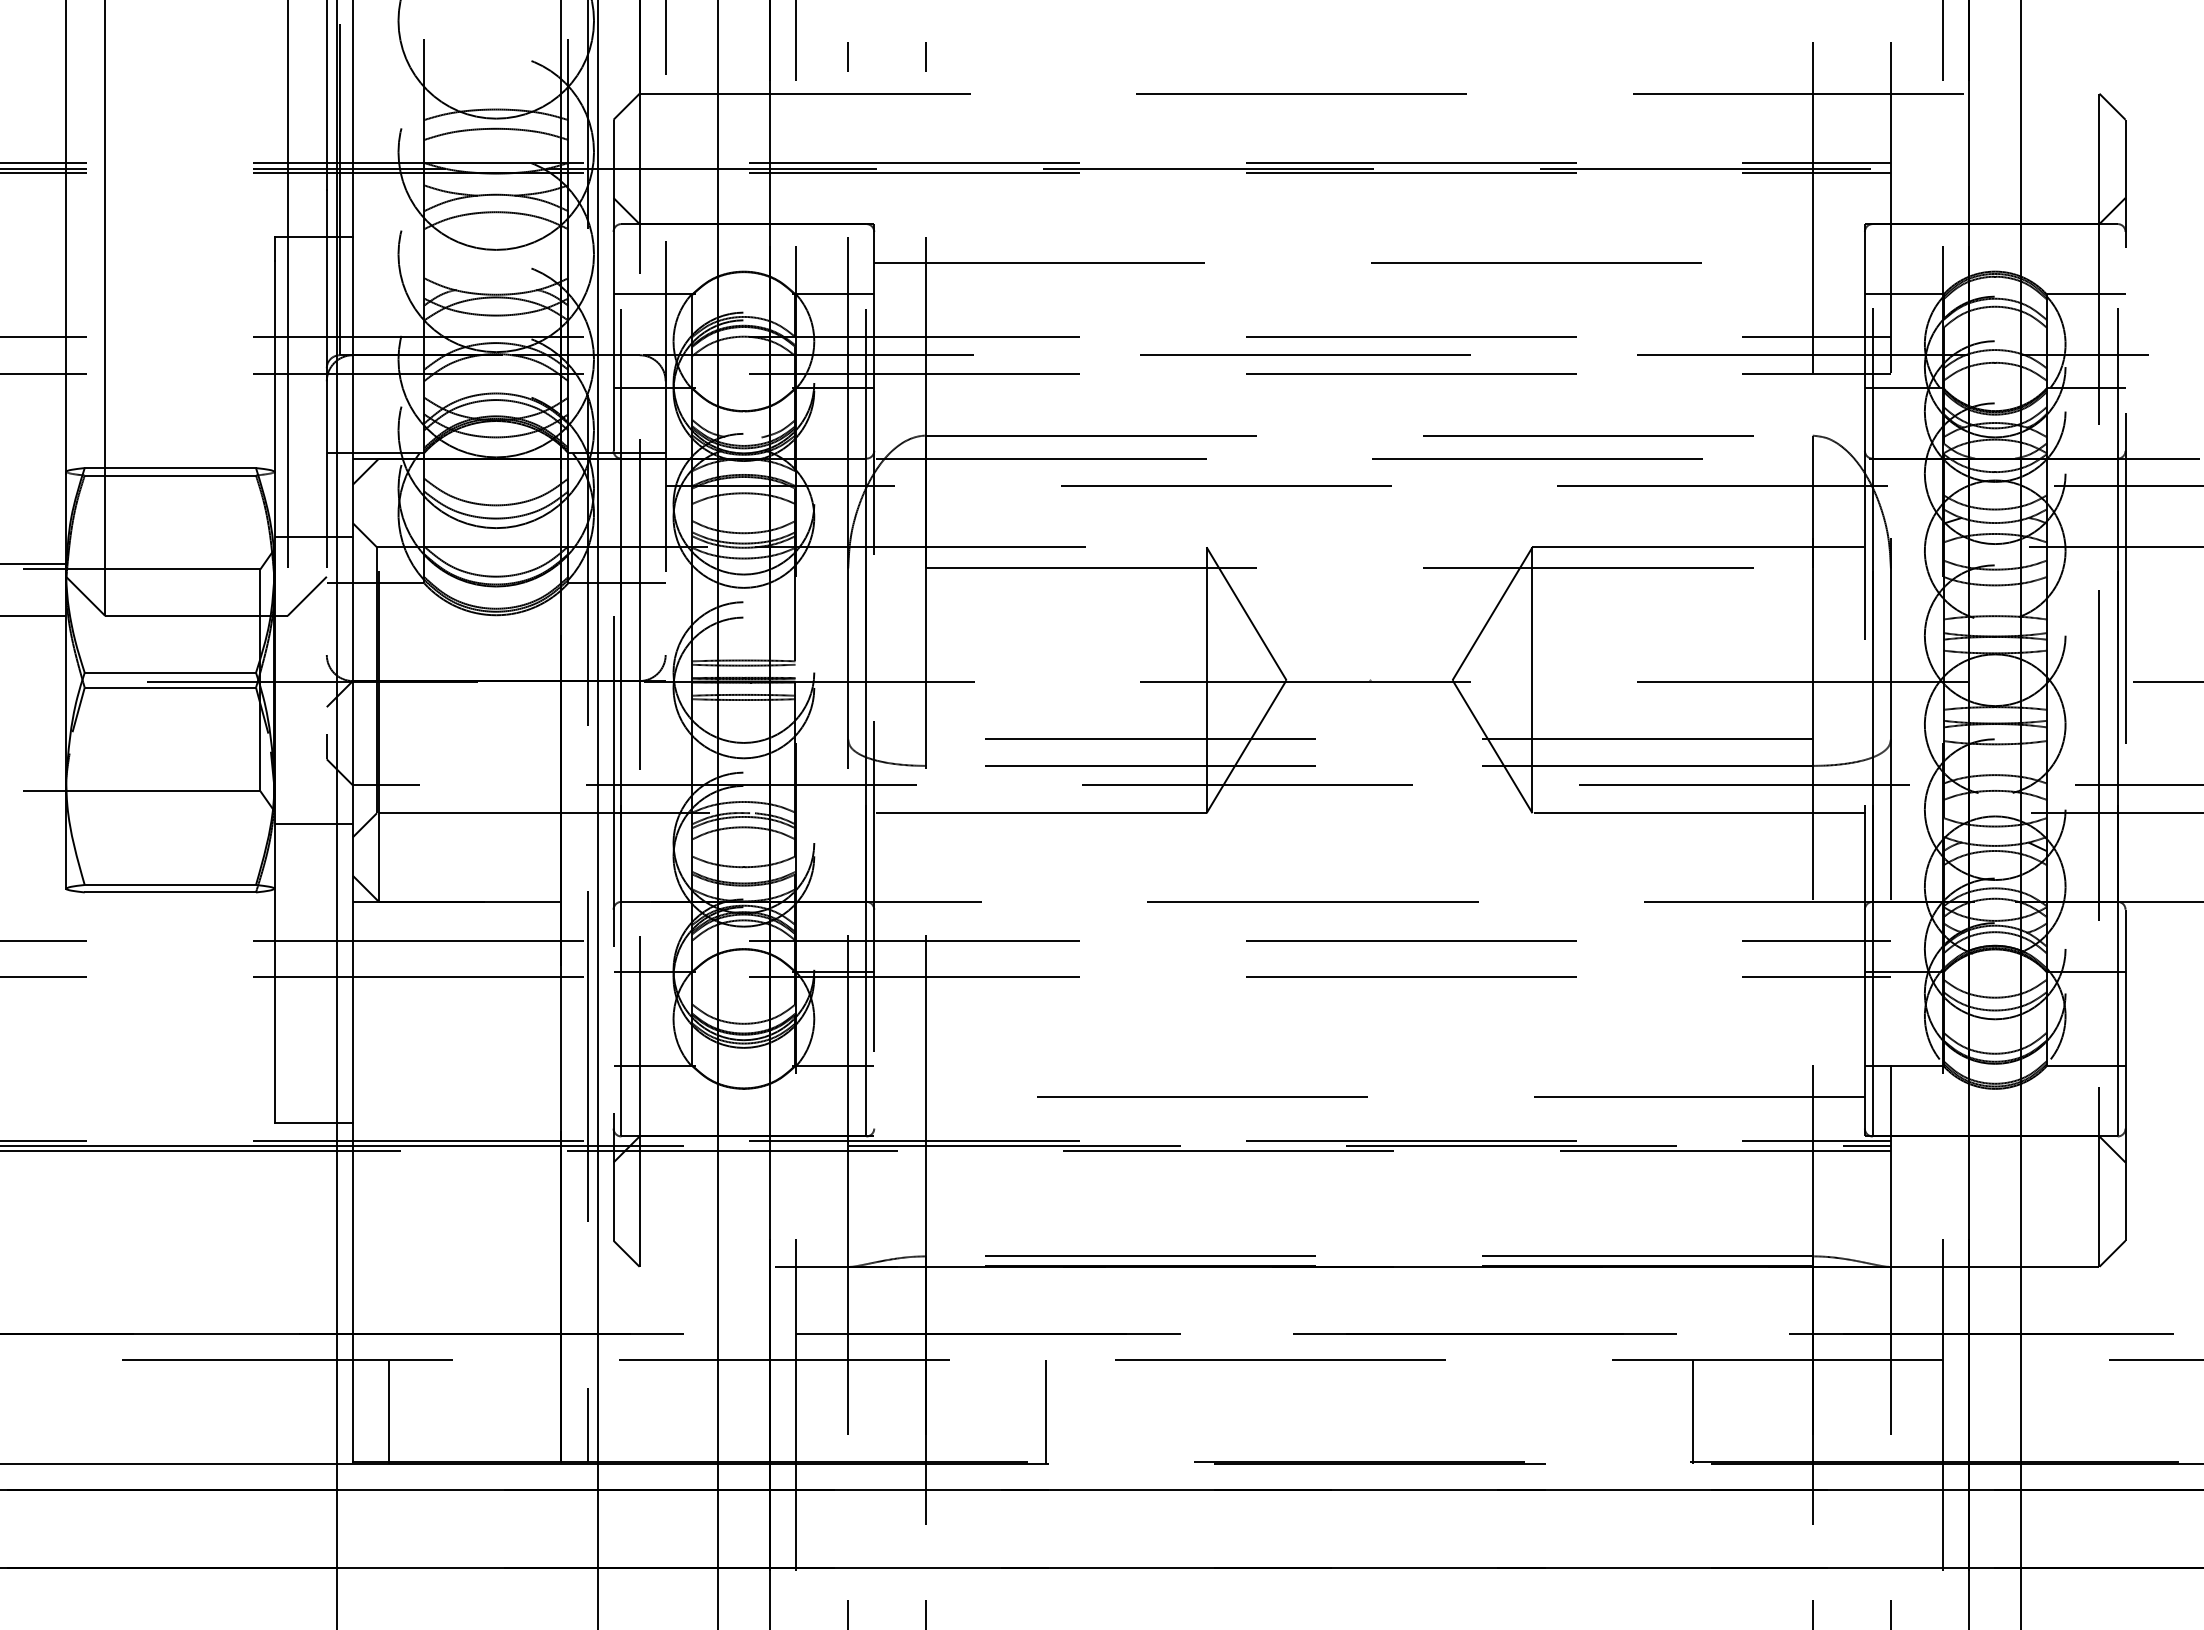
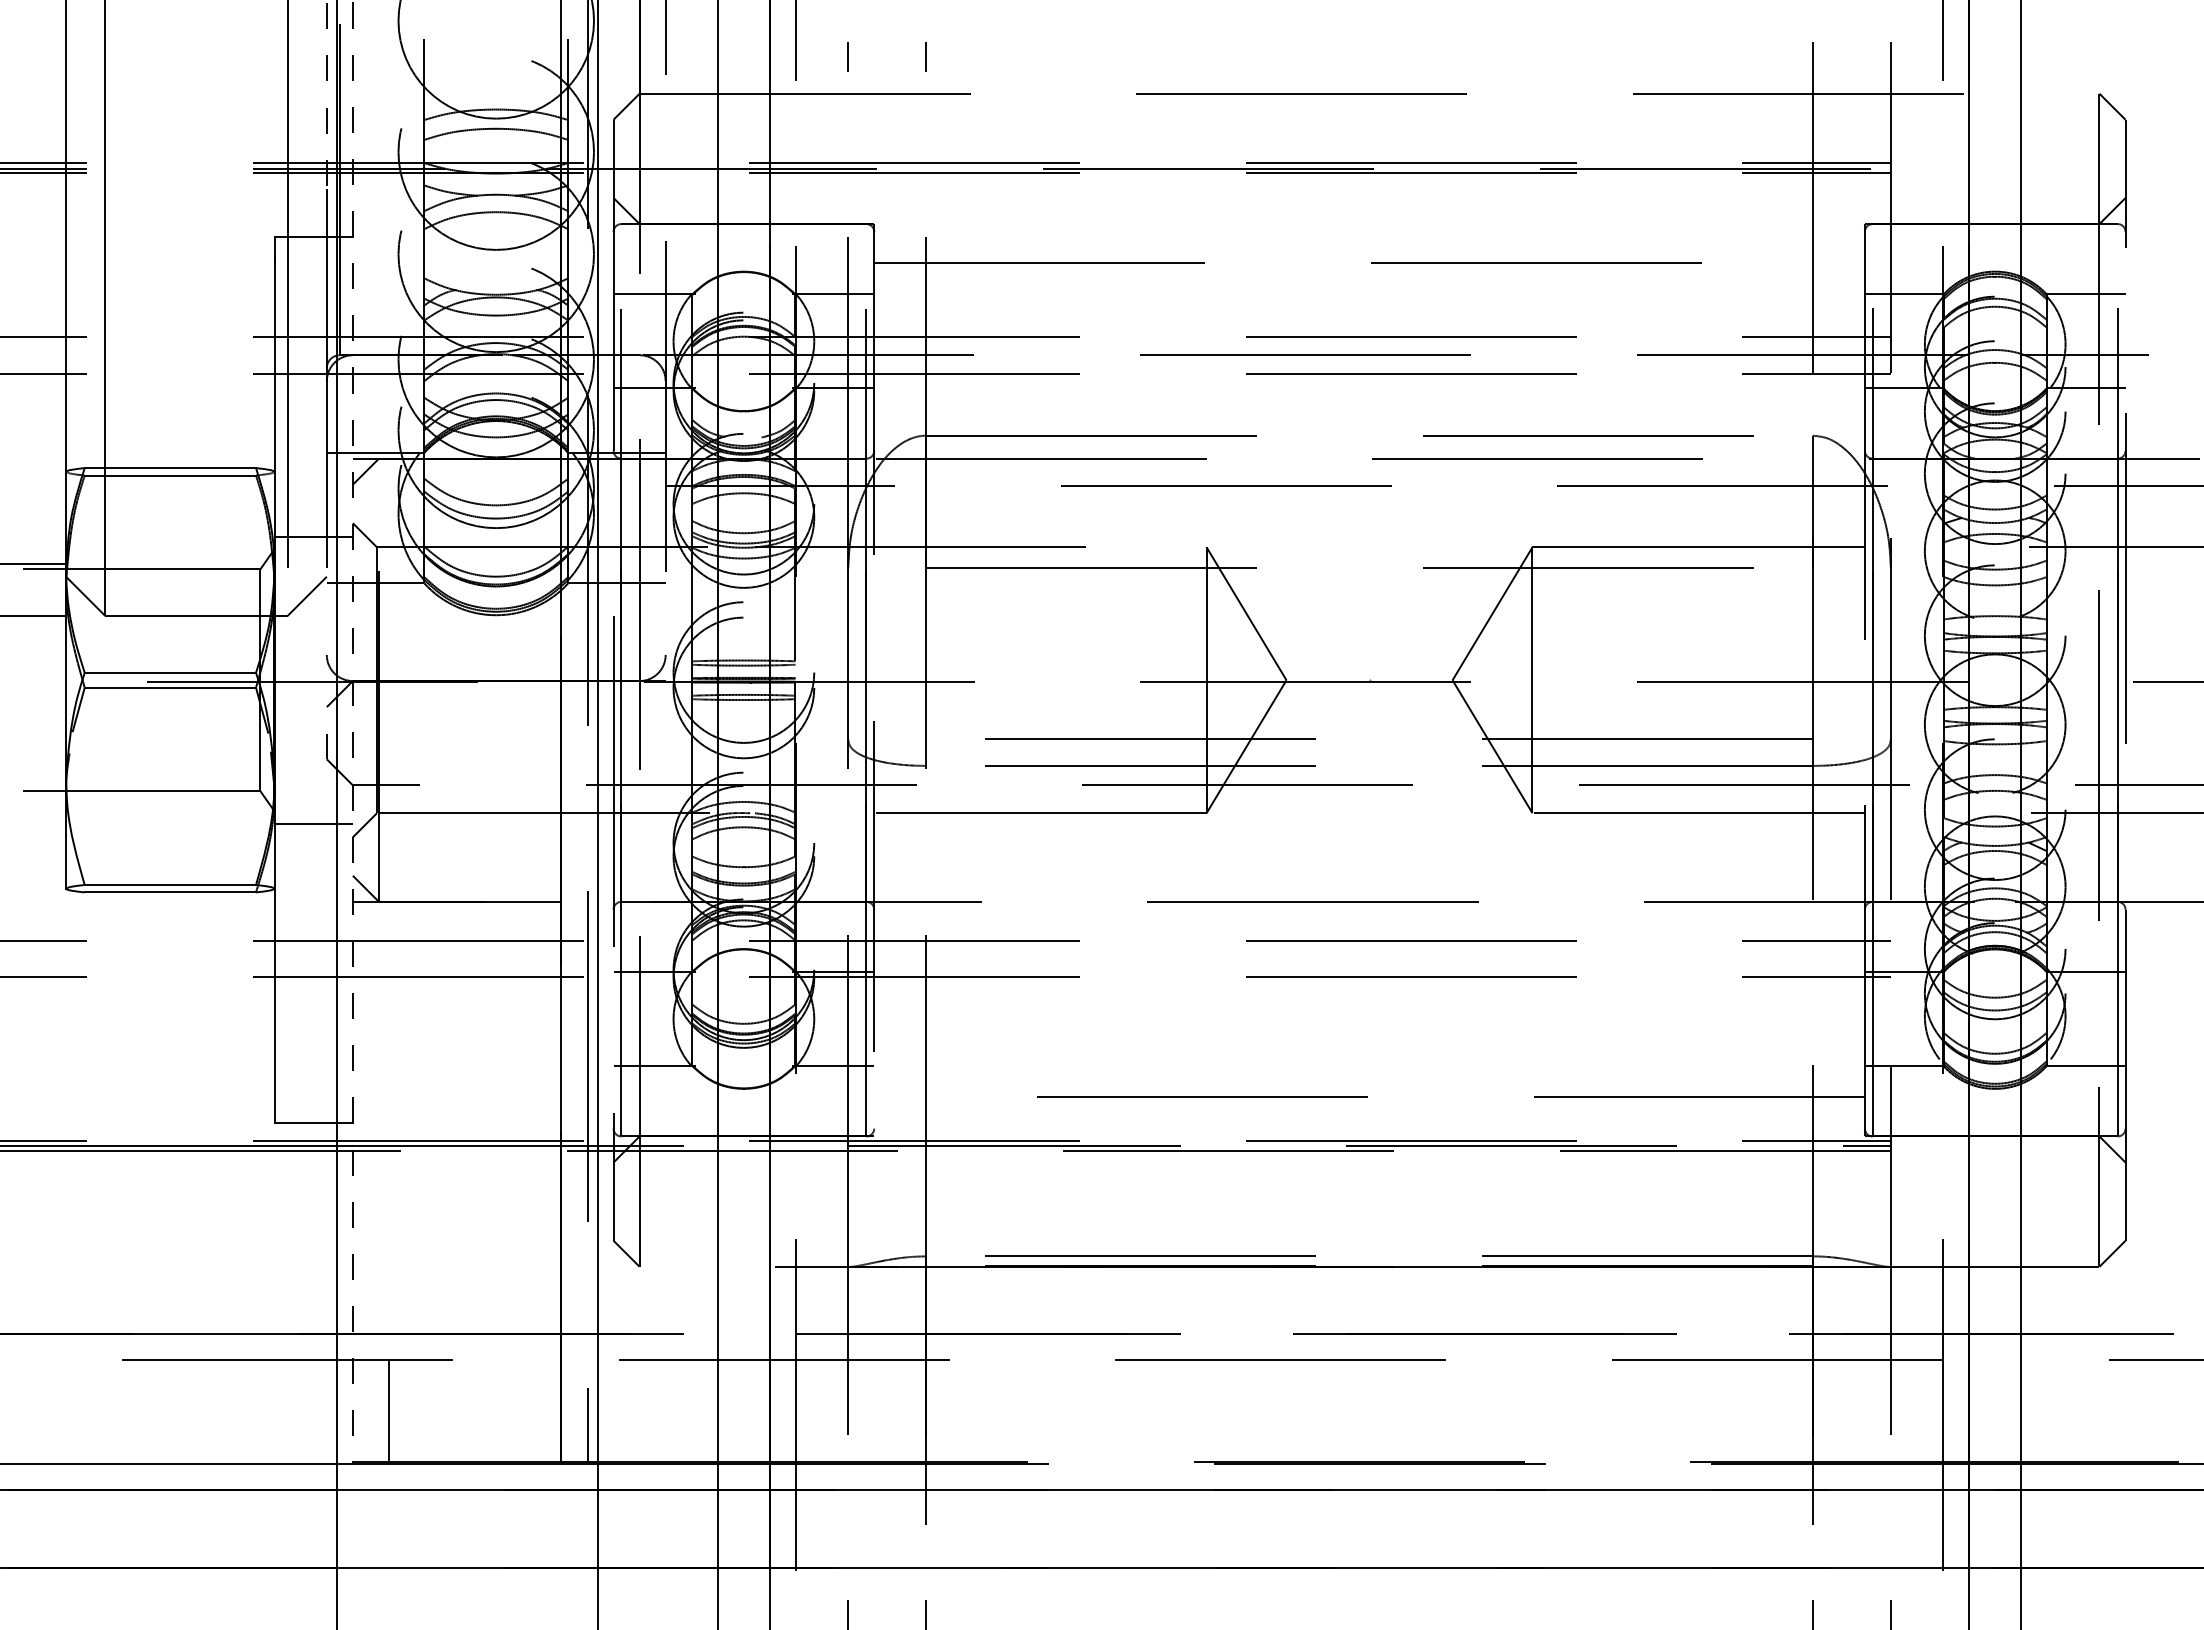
line at (326, 95): solid -> dashed
line at (352, 731): solid -> dashed
line at (1046, 1411): present -> none
line at (1692, 1411): present -> none
